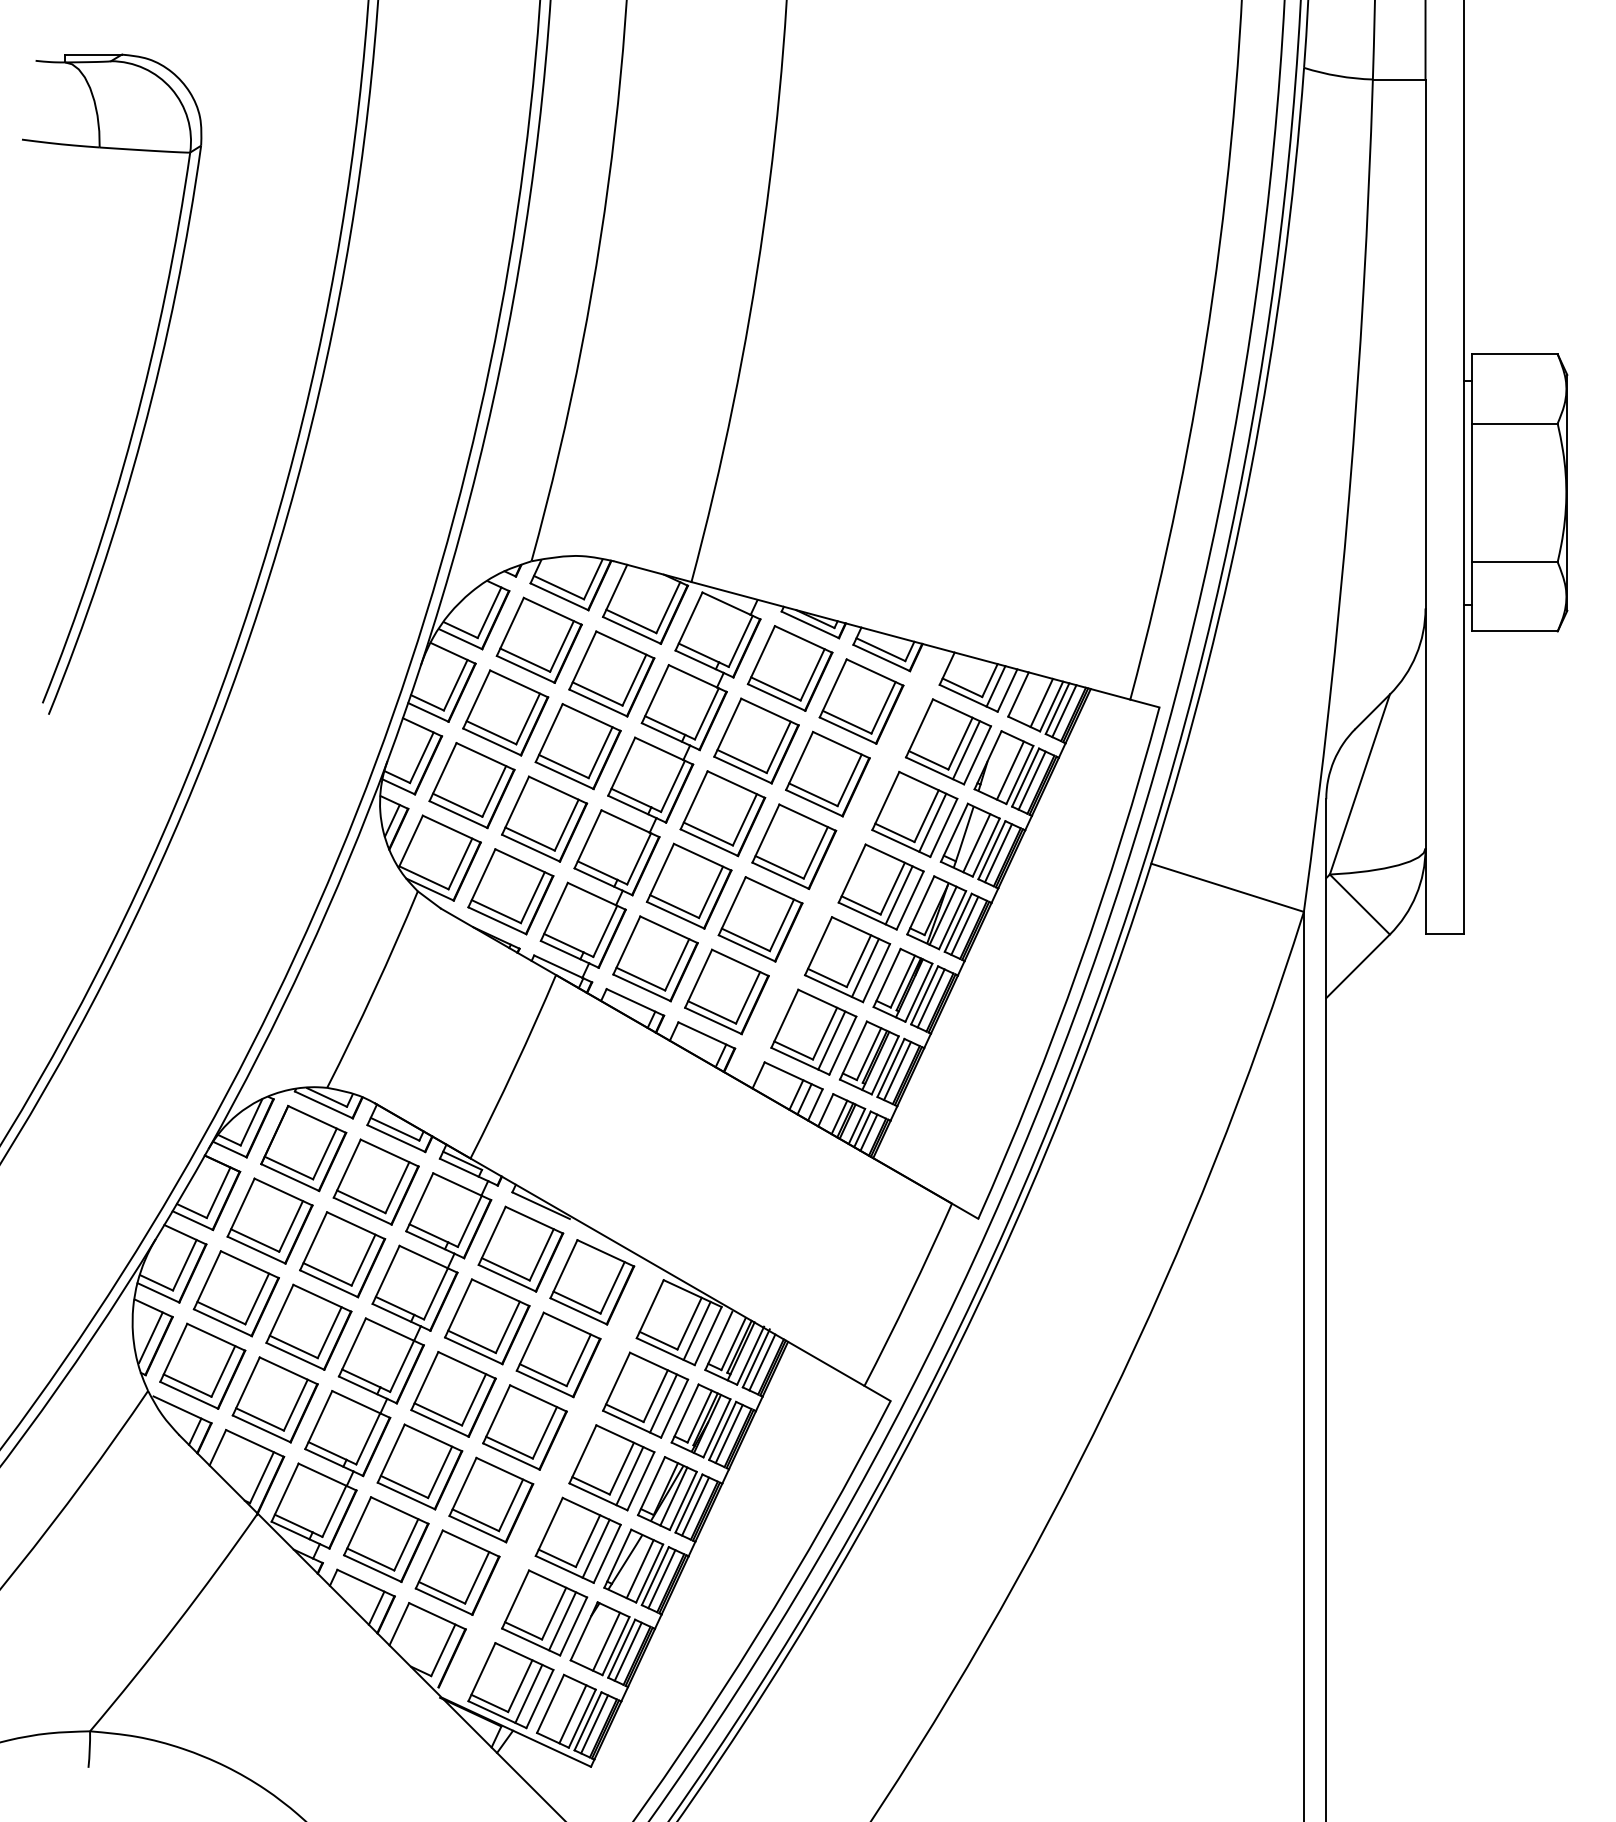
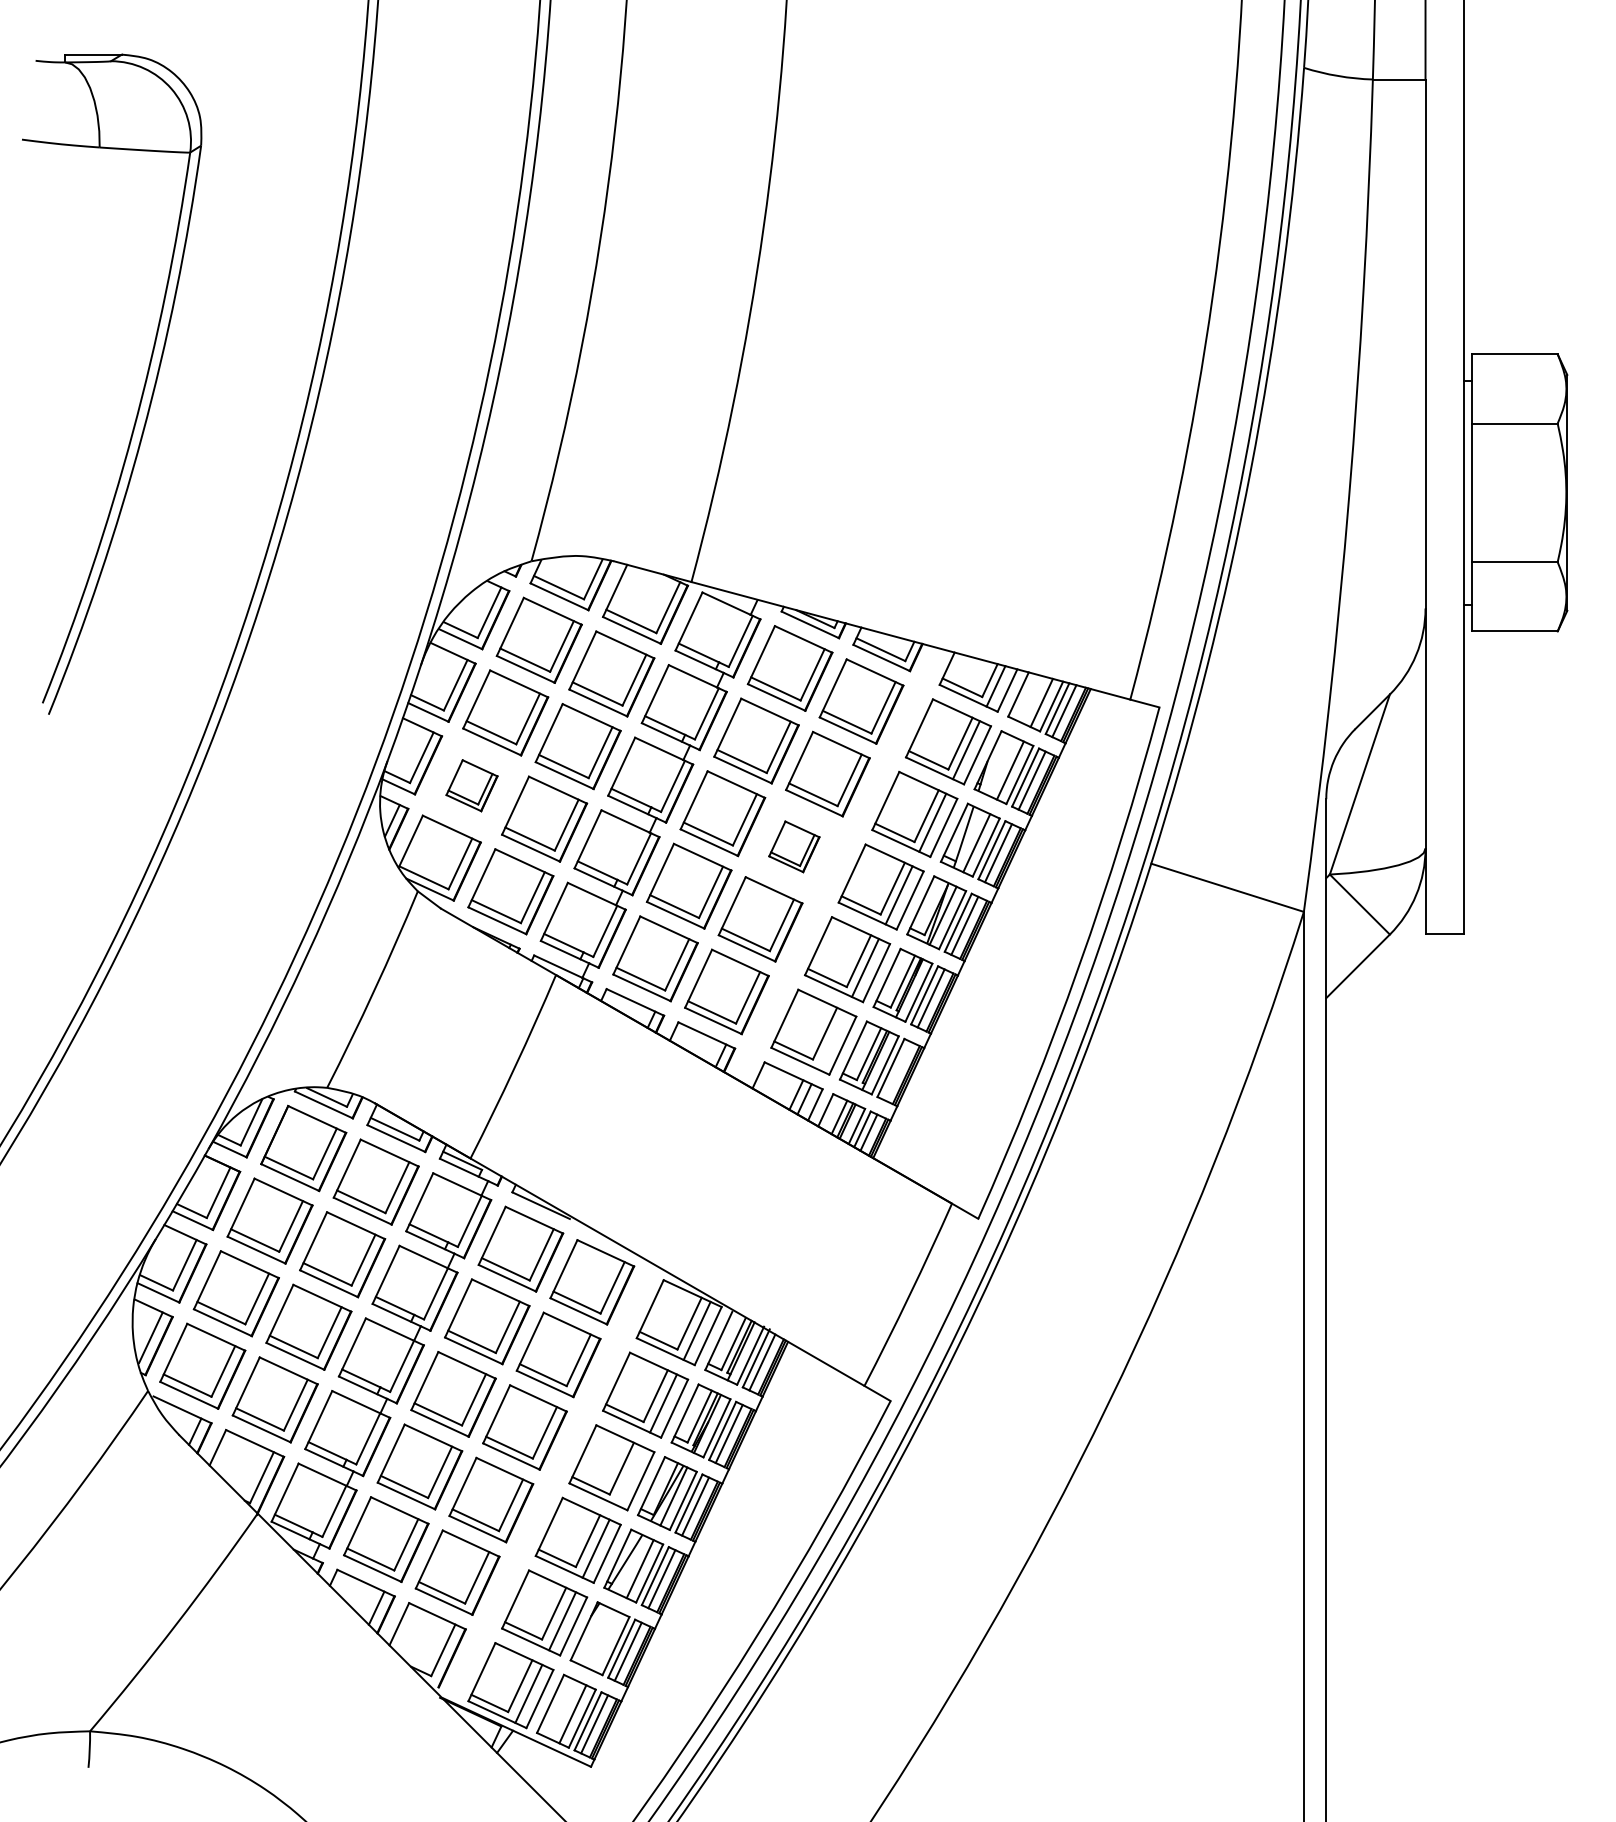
part at (471, 785) size: 88x88 px -> 54x54 px
part at (794, 846) size: 87x88 px -> 53x54 px
line at (831, 1040): present -> none
line at (897, 1071): present -> none
line at (629, 1476): present -> none
line at (606, 1641): present -> none
